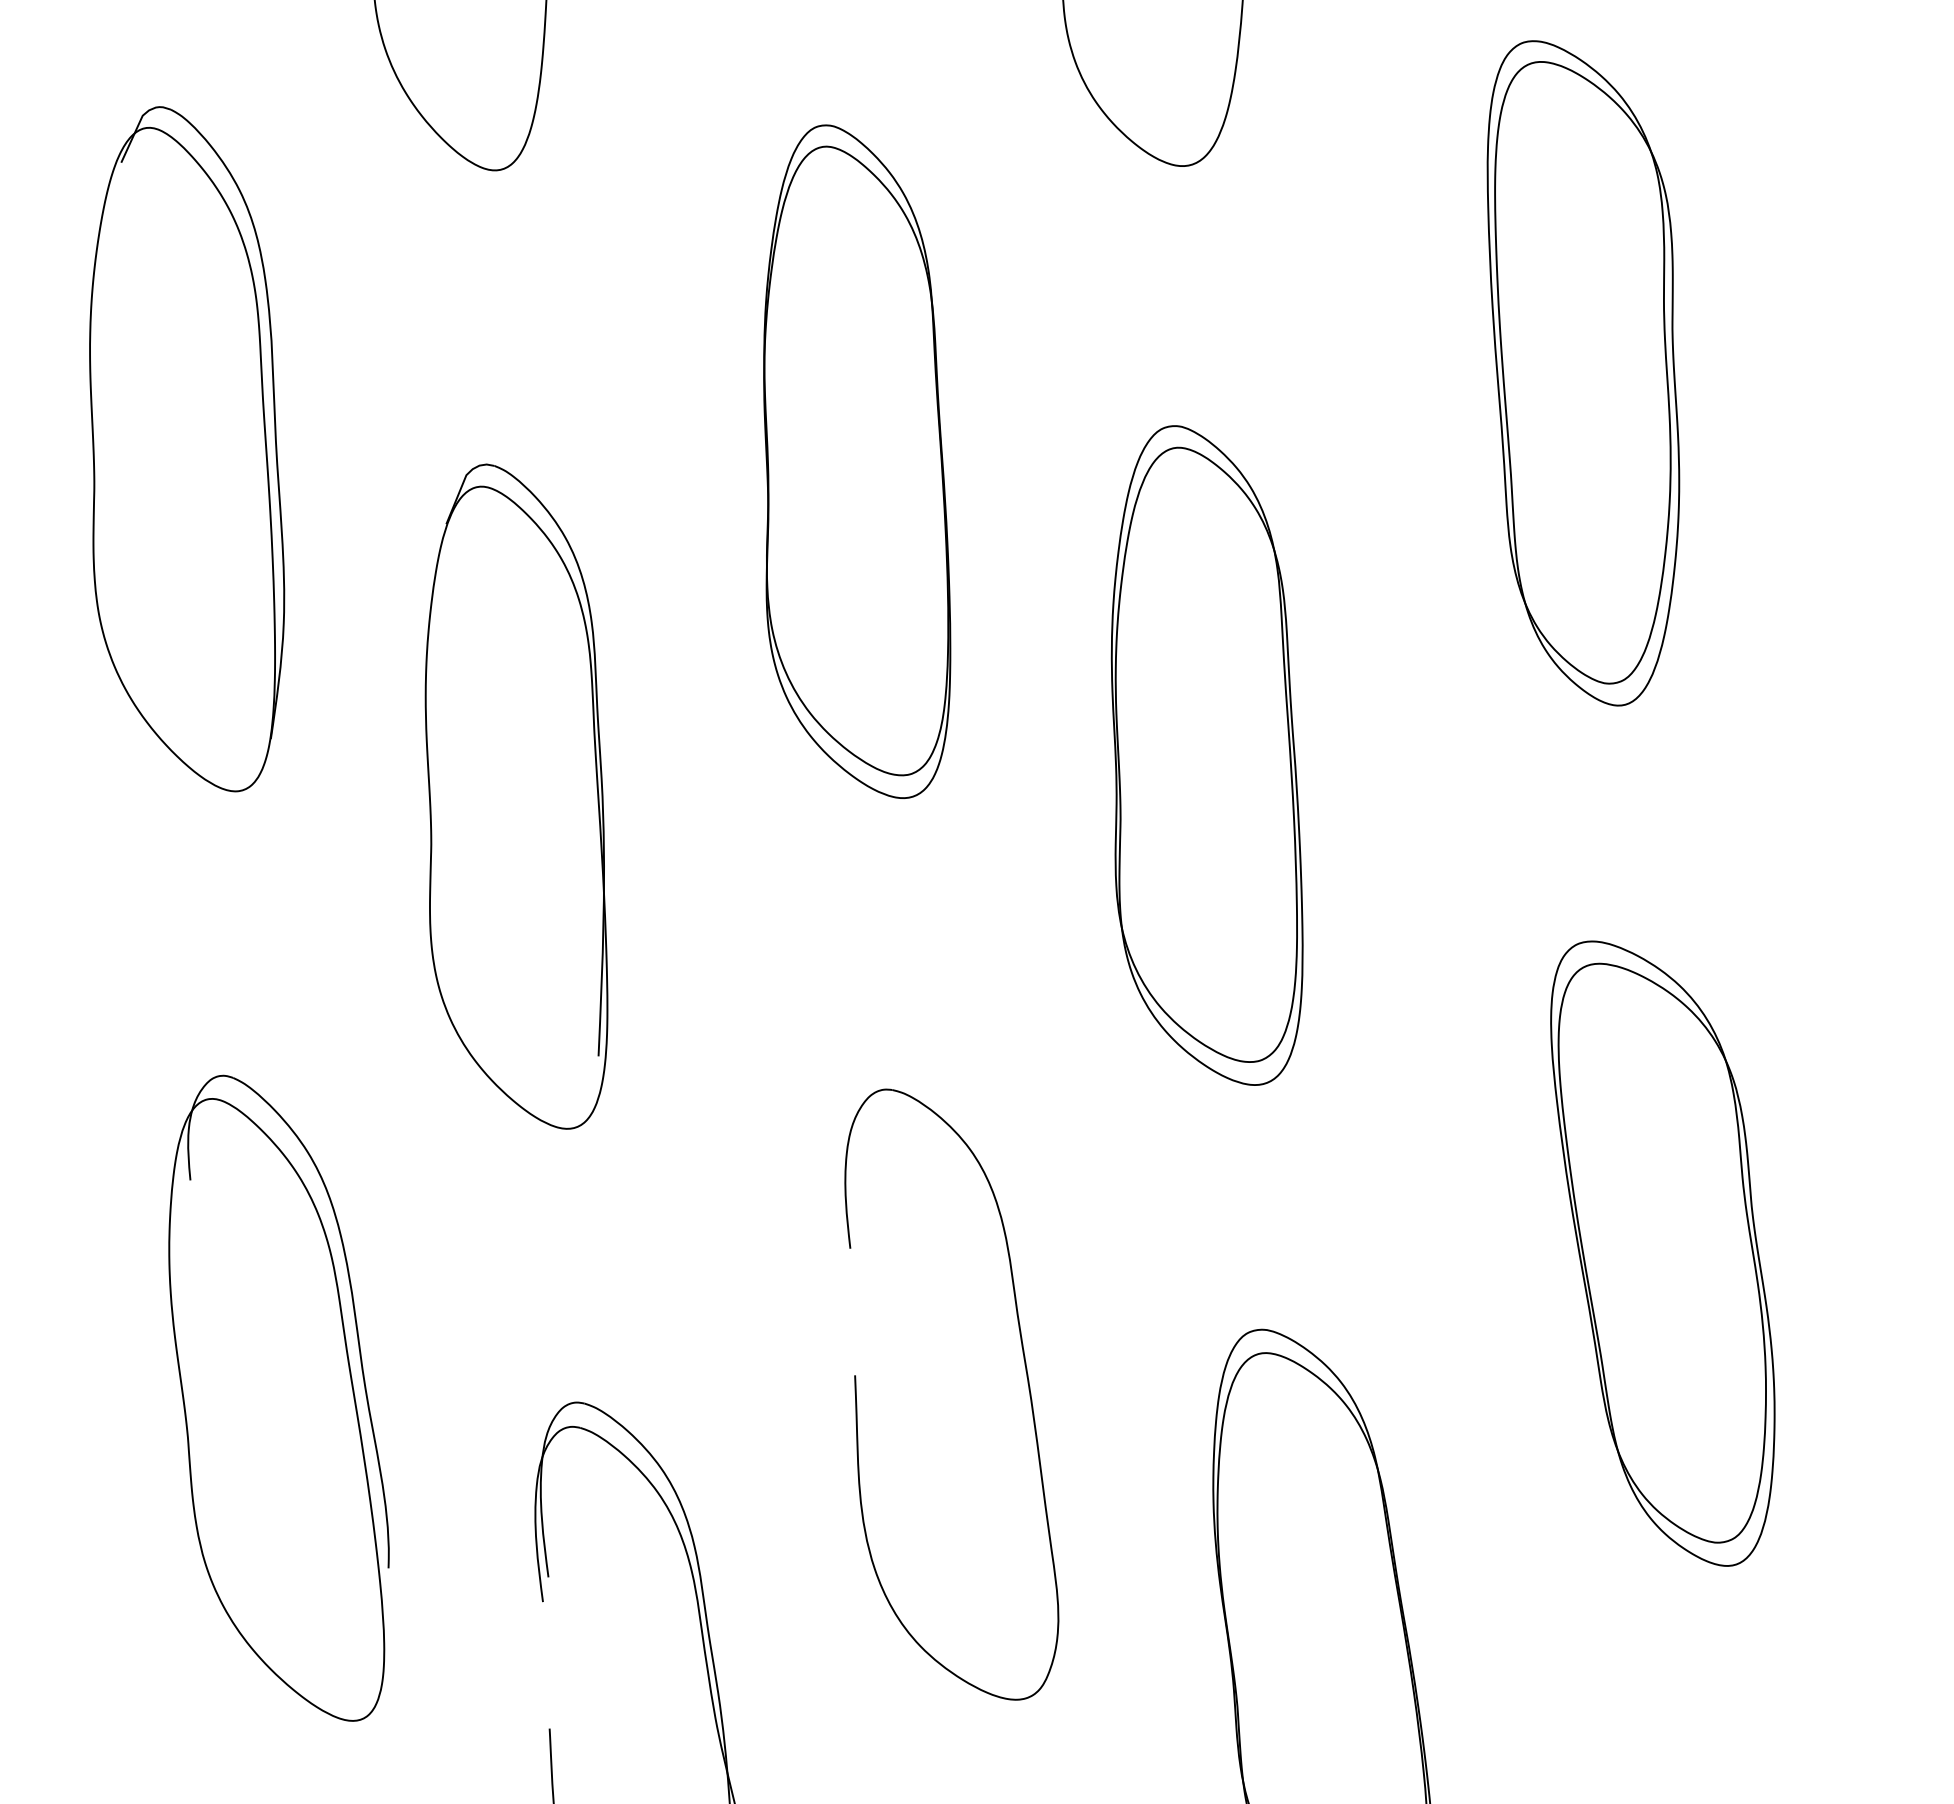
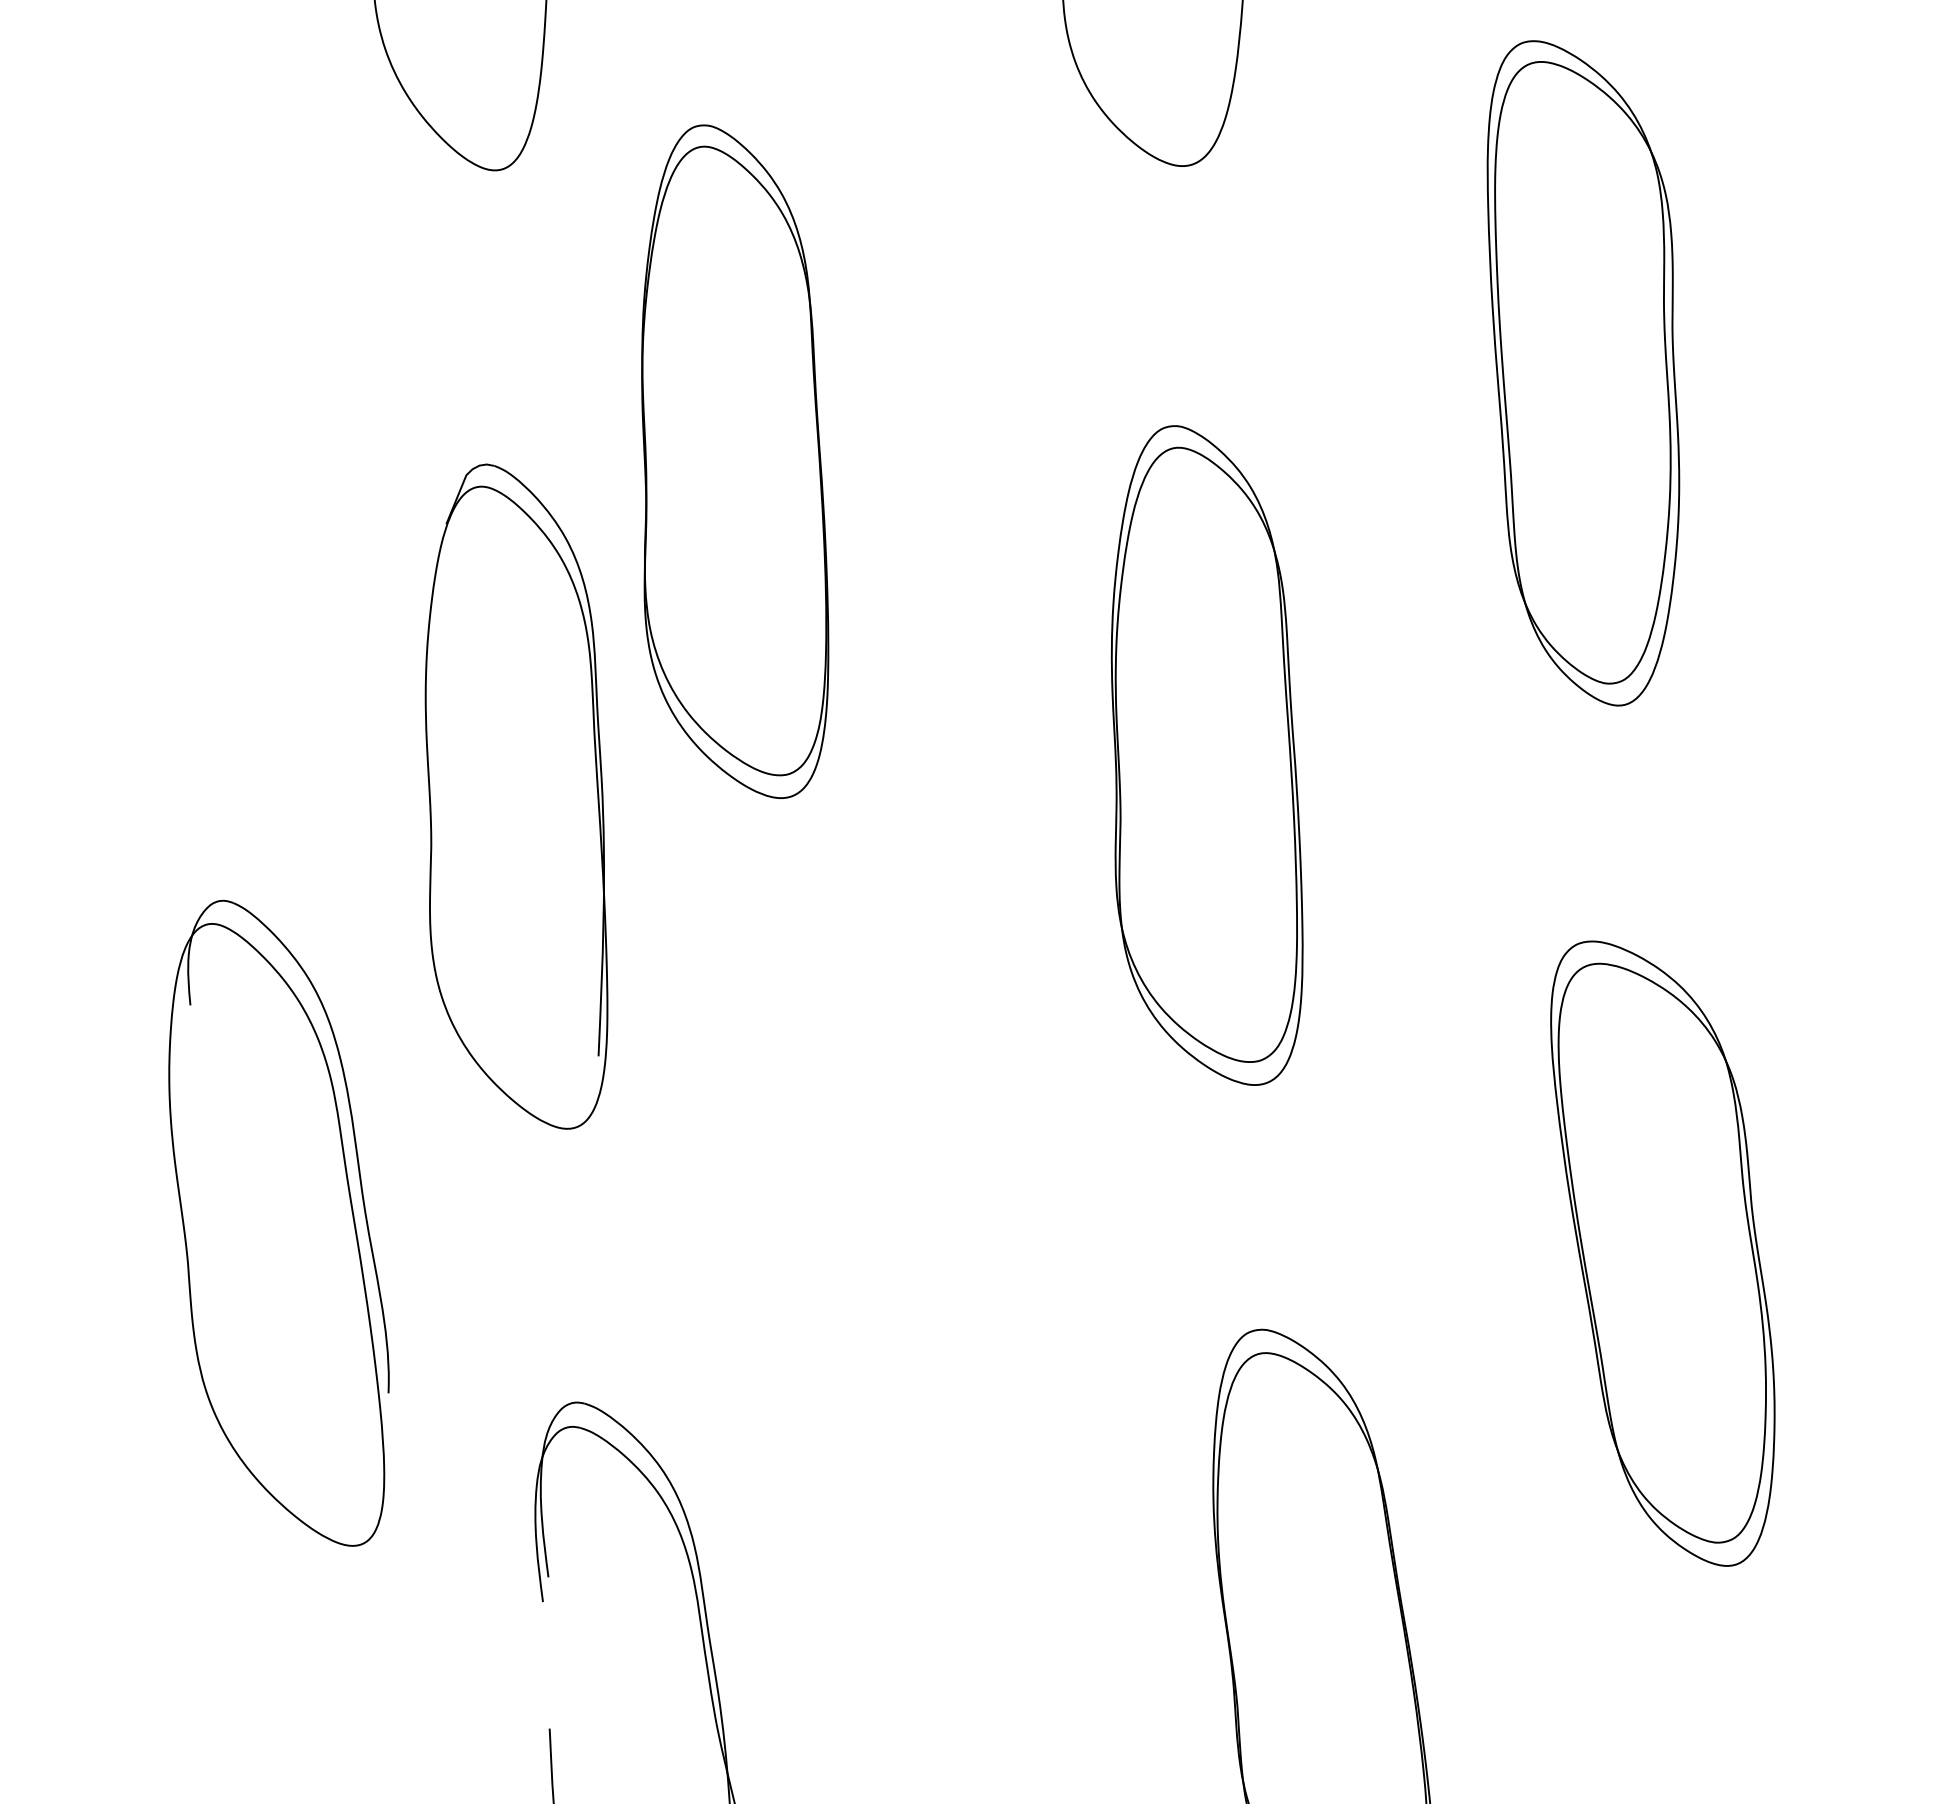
part at (187, 449): present -> none
part at (857, 461) position: (857, 461) -> (735, 461)
part at (1027, 1383): present -> none
part at (278, 1397) position: (278, 1397) -> (278, 1222)
